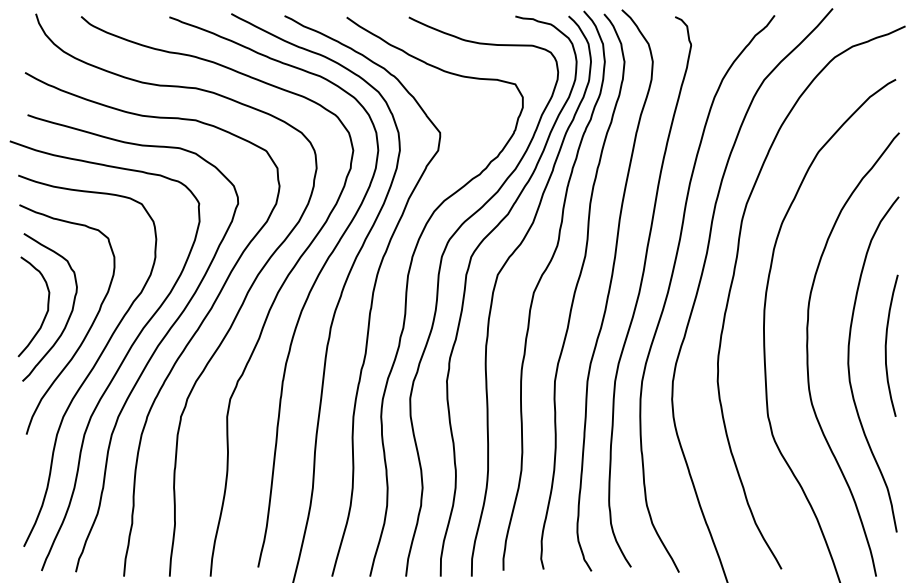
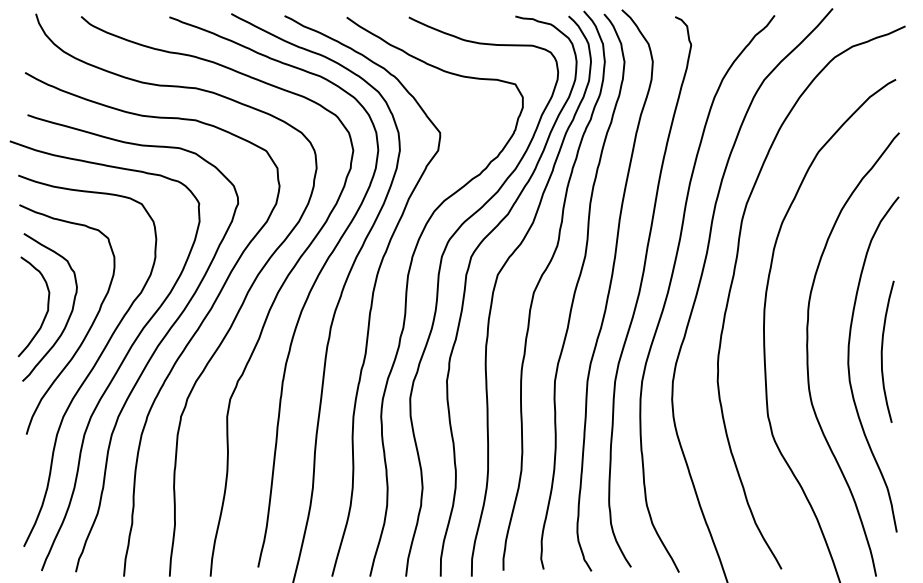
curve at (886, 345) position: (886, 345) -> (882, 351)
